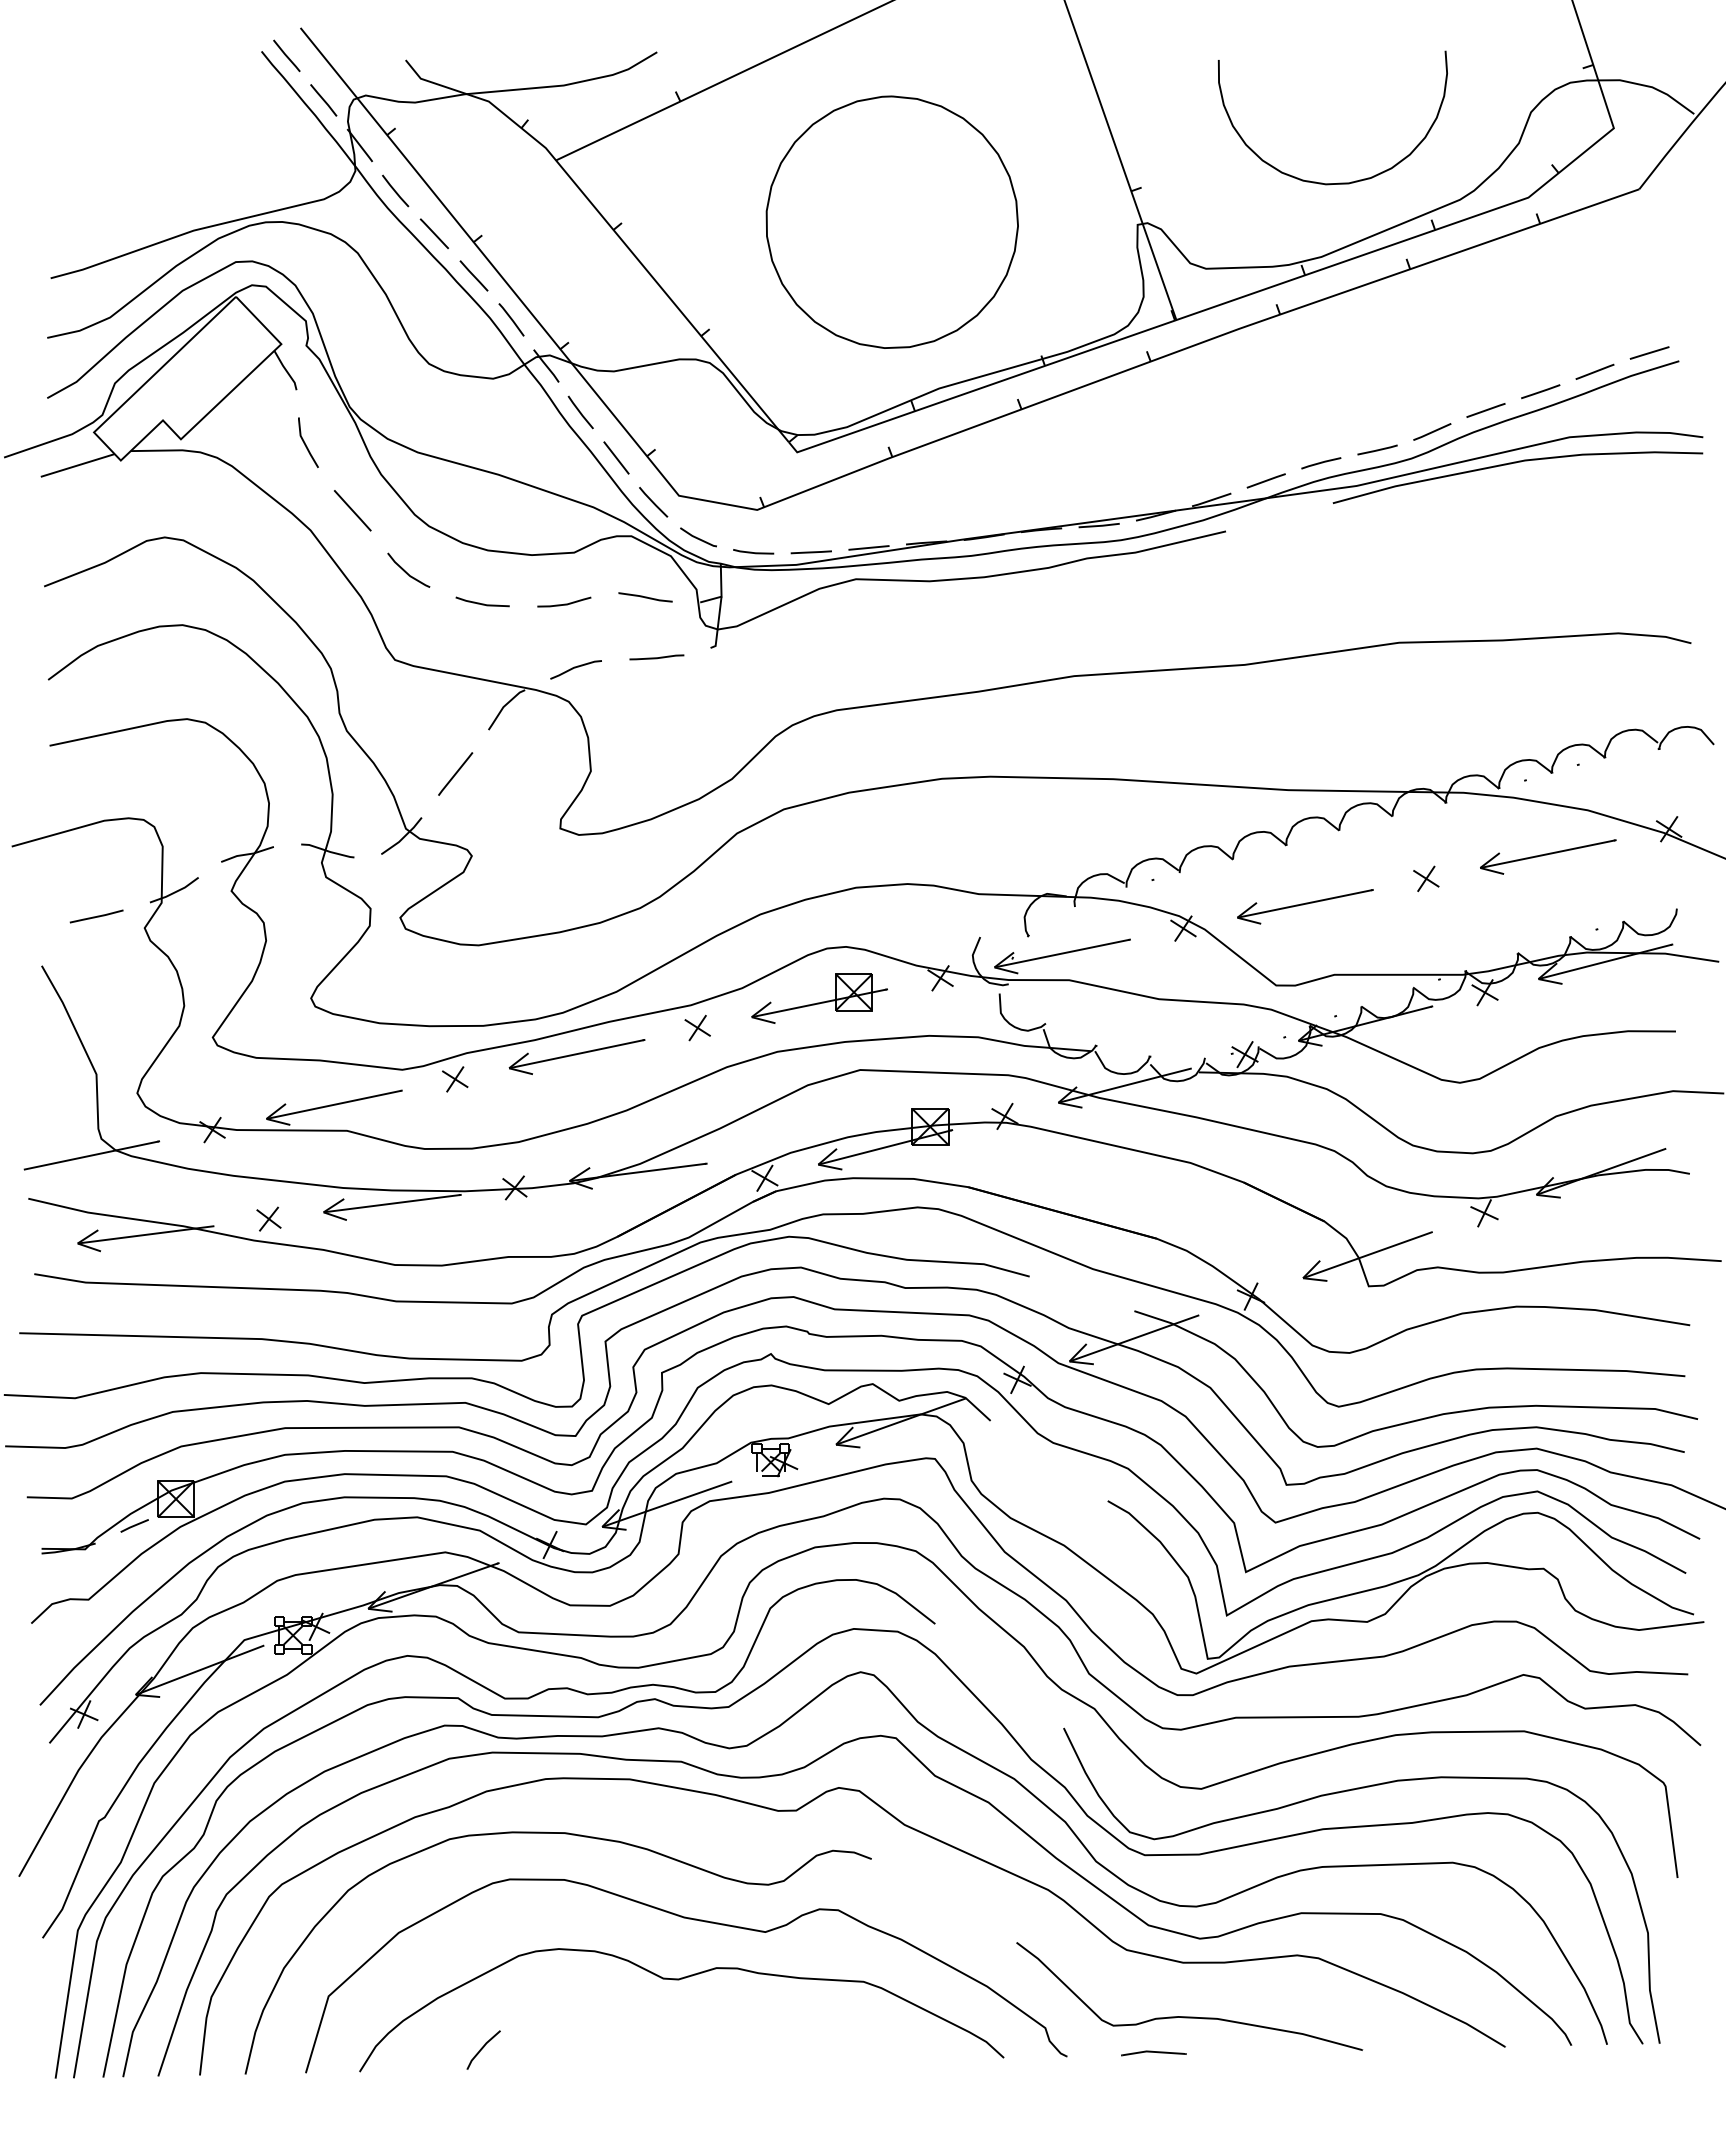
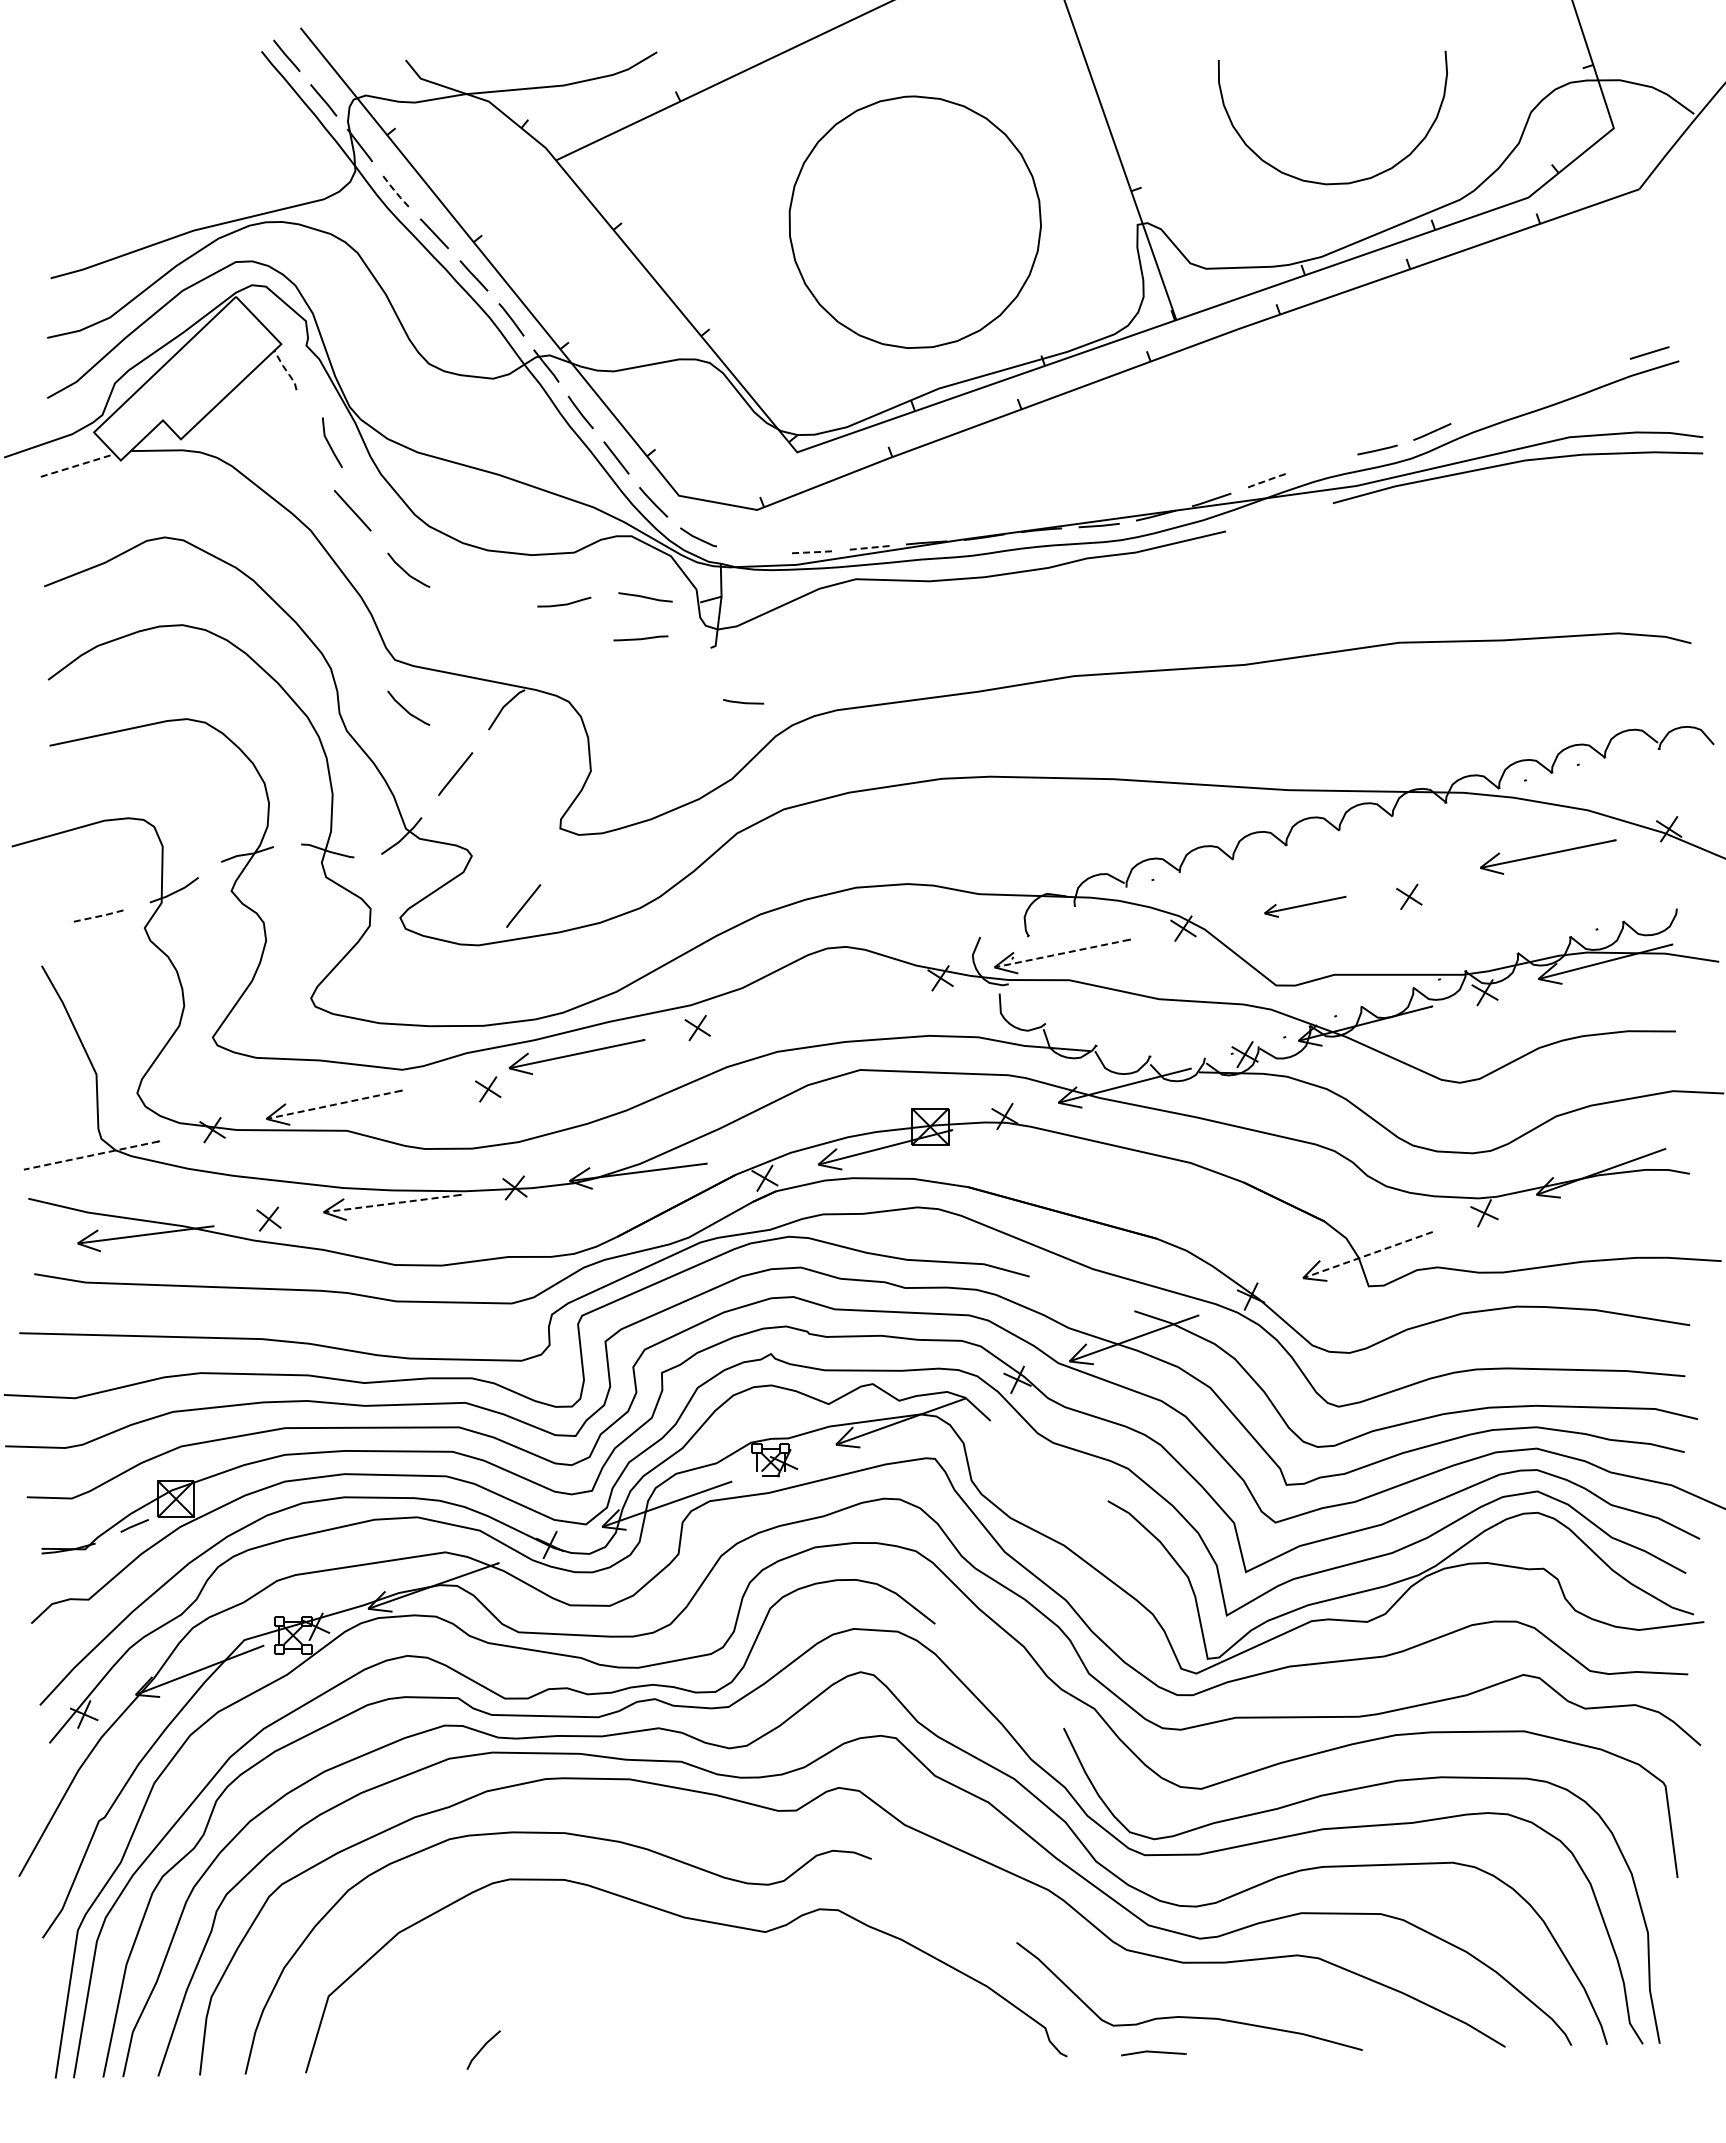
line at (394, 190): solid -> dashed
part at (891, 221) position: (891, 221) -> (914, 221)
line at (285, 369): solid -> dashed
line at (1594, 371): present -> none
line at (1540, 391): present -> none
line at (1485, 410): present -> none
line at (306, 444) position: (306, 444) -> (330, 444)
line at (1321, 463): present -> none
line at (77, 465): solid -> dashed
line at (1266, 480): solid -> dashed
line at (869, 547): solid -> dashed
line at (753, 552) position: (753, 552) -> (743, 702)
line at (810, 552): solid -> dashed
line at (482, 603): present -> none
line at (656, 657) position: (656, 657) -> (640, 638)
line at (575, 668): present -> none
line at (406, 709): none -> present
part at (1426, 878) position: (1426, 878) -> (1409, 896)
line at (523, 905): none -> present
part at (1305, 906) size: 137x36 px -> 83x23 px
line at (96, 917): solid -> dashed
line at (1062, 953): solid -> dashed
part at (819, 998): present -> none
part at (455, 1079) position: (455, 1079) -> (488, 1089)
line at (333, 1104): solid -> dashed
line at (91, 1155): solid -> dashed
line at (391, 1203): solid -> dashed
line at (1367, 1255): solid -> dashed
part at (679, 1980): present -> none
